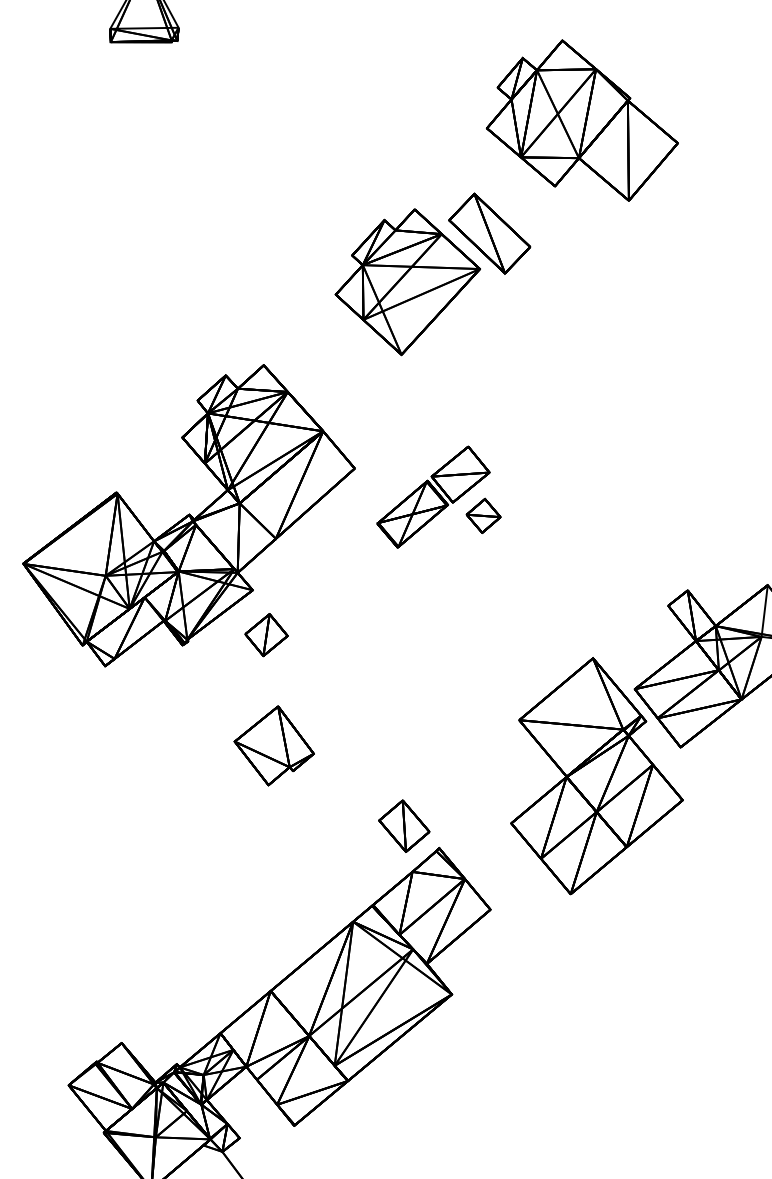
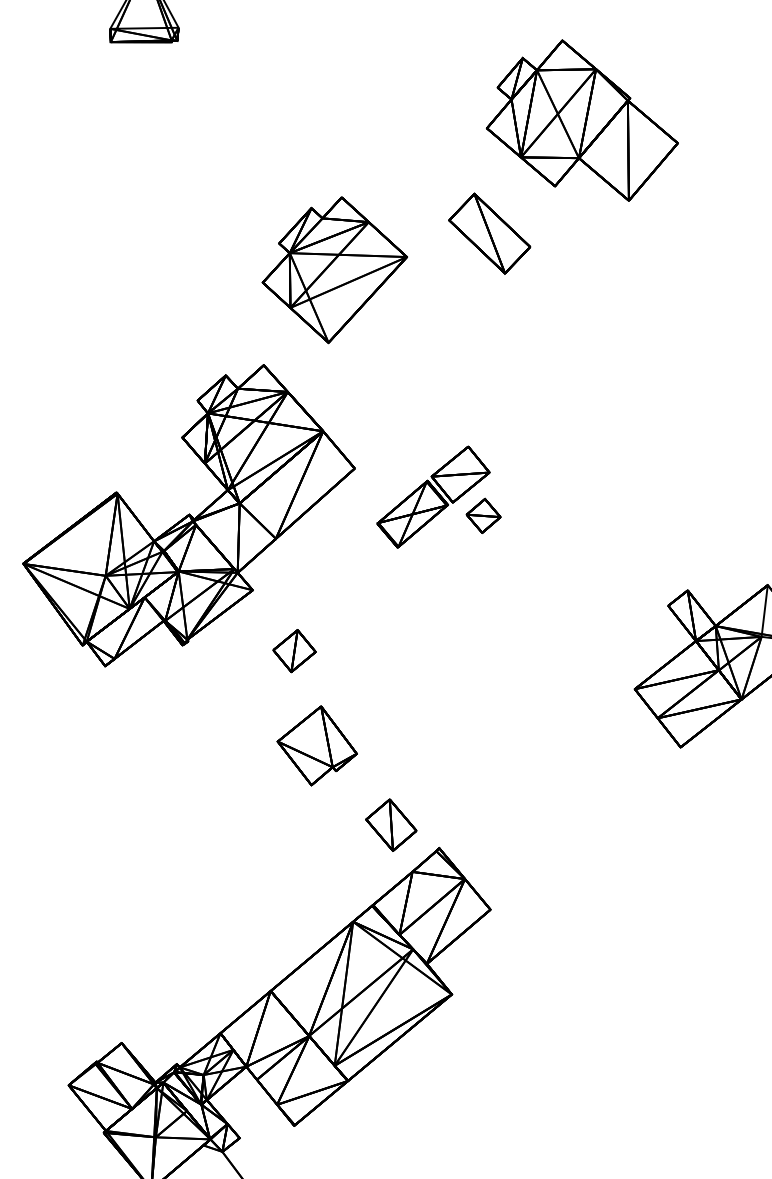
part at (407, 282) position: (407, 282) -> (334, 270)
part at (266, 635) position: (266, 635) -> (294, 651)
part at (273, 745) position: (273, 745) -> (316, 745)
part at (596, 776): present -> none
part at (404, 825) position: (404, 825) -> (391, 824)
